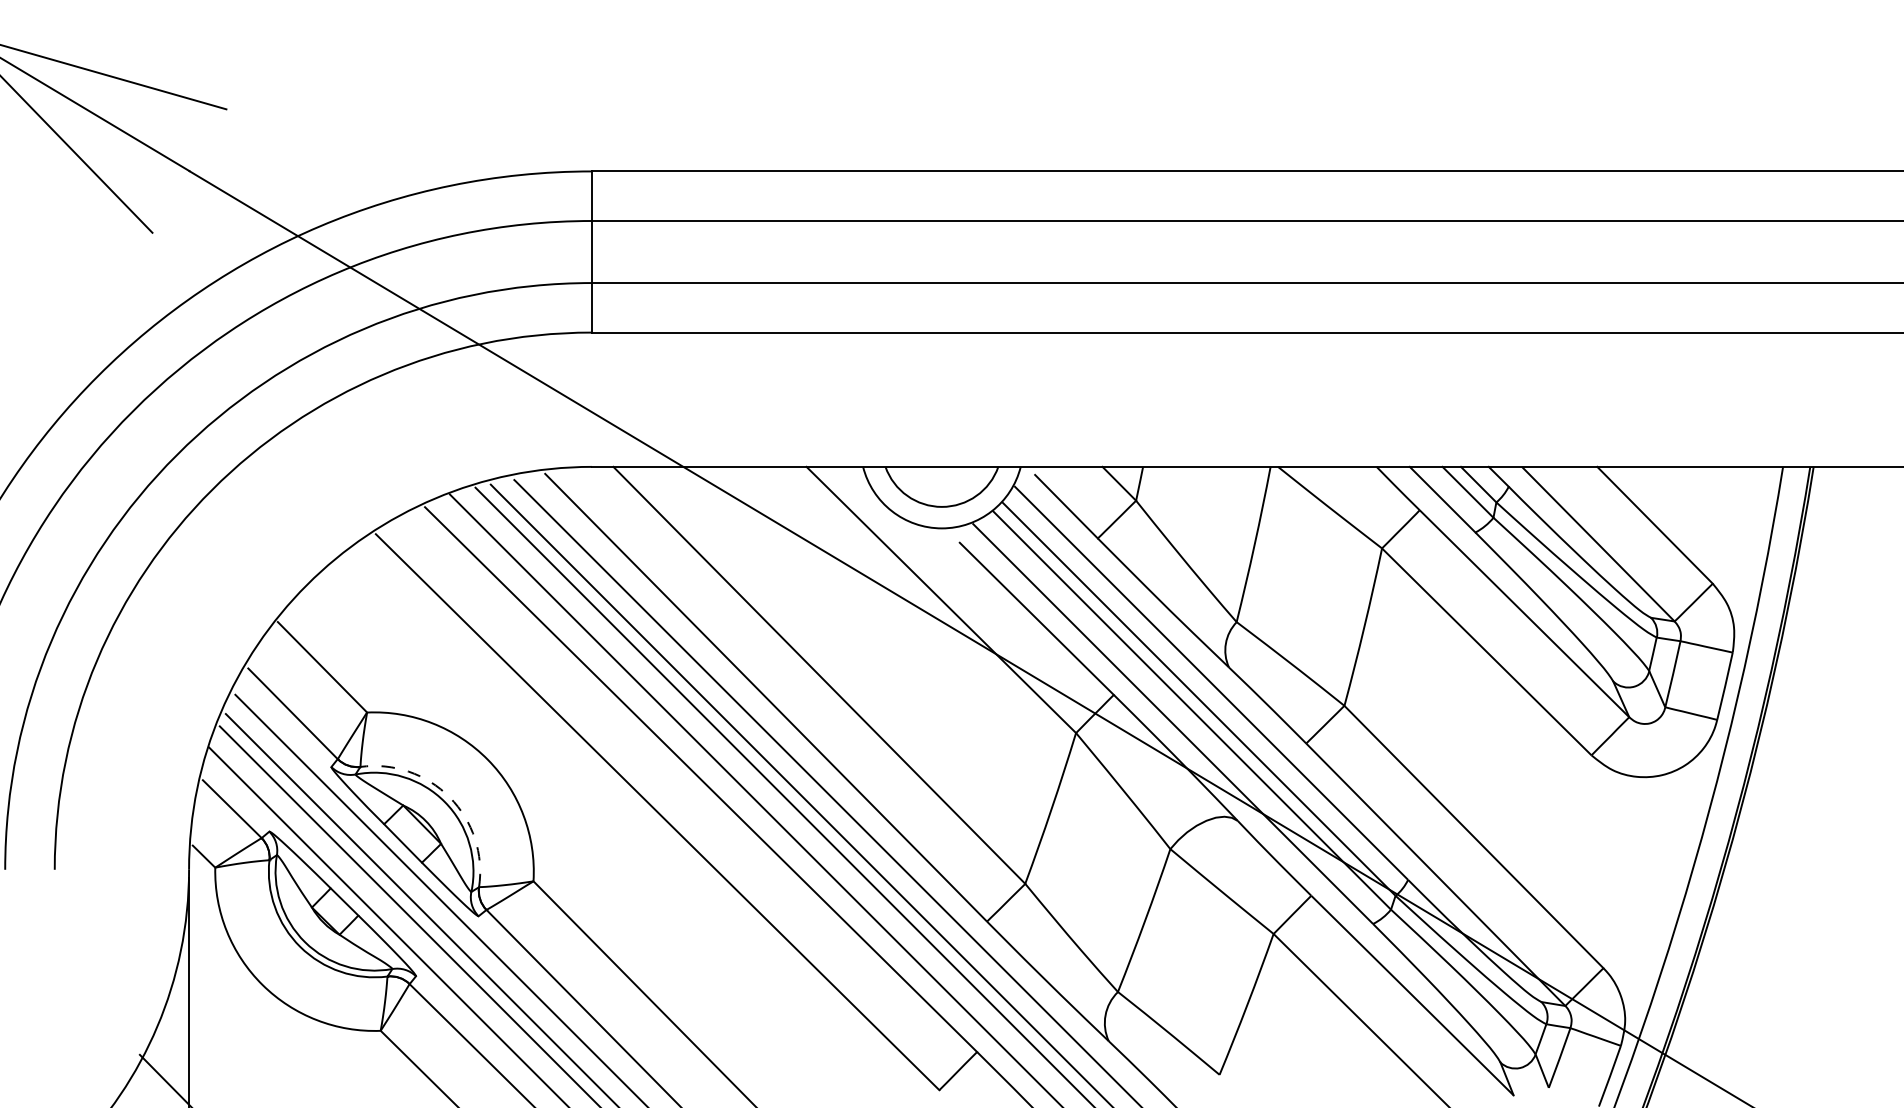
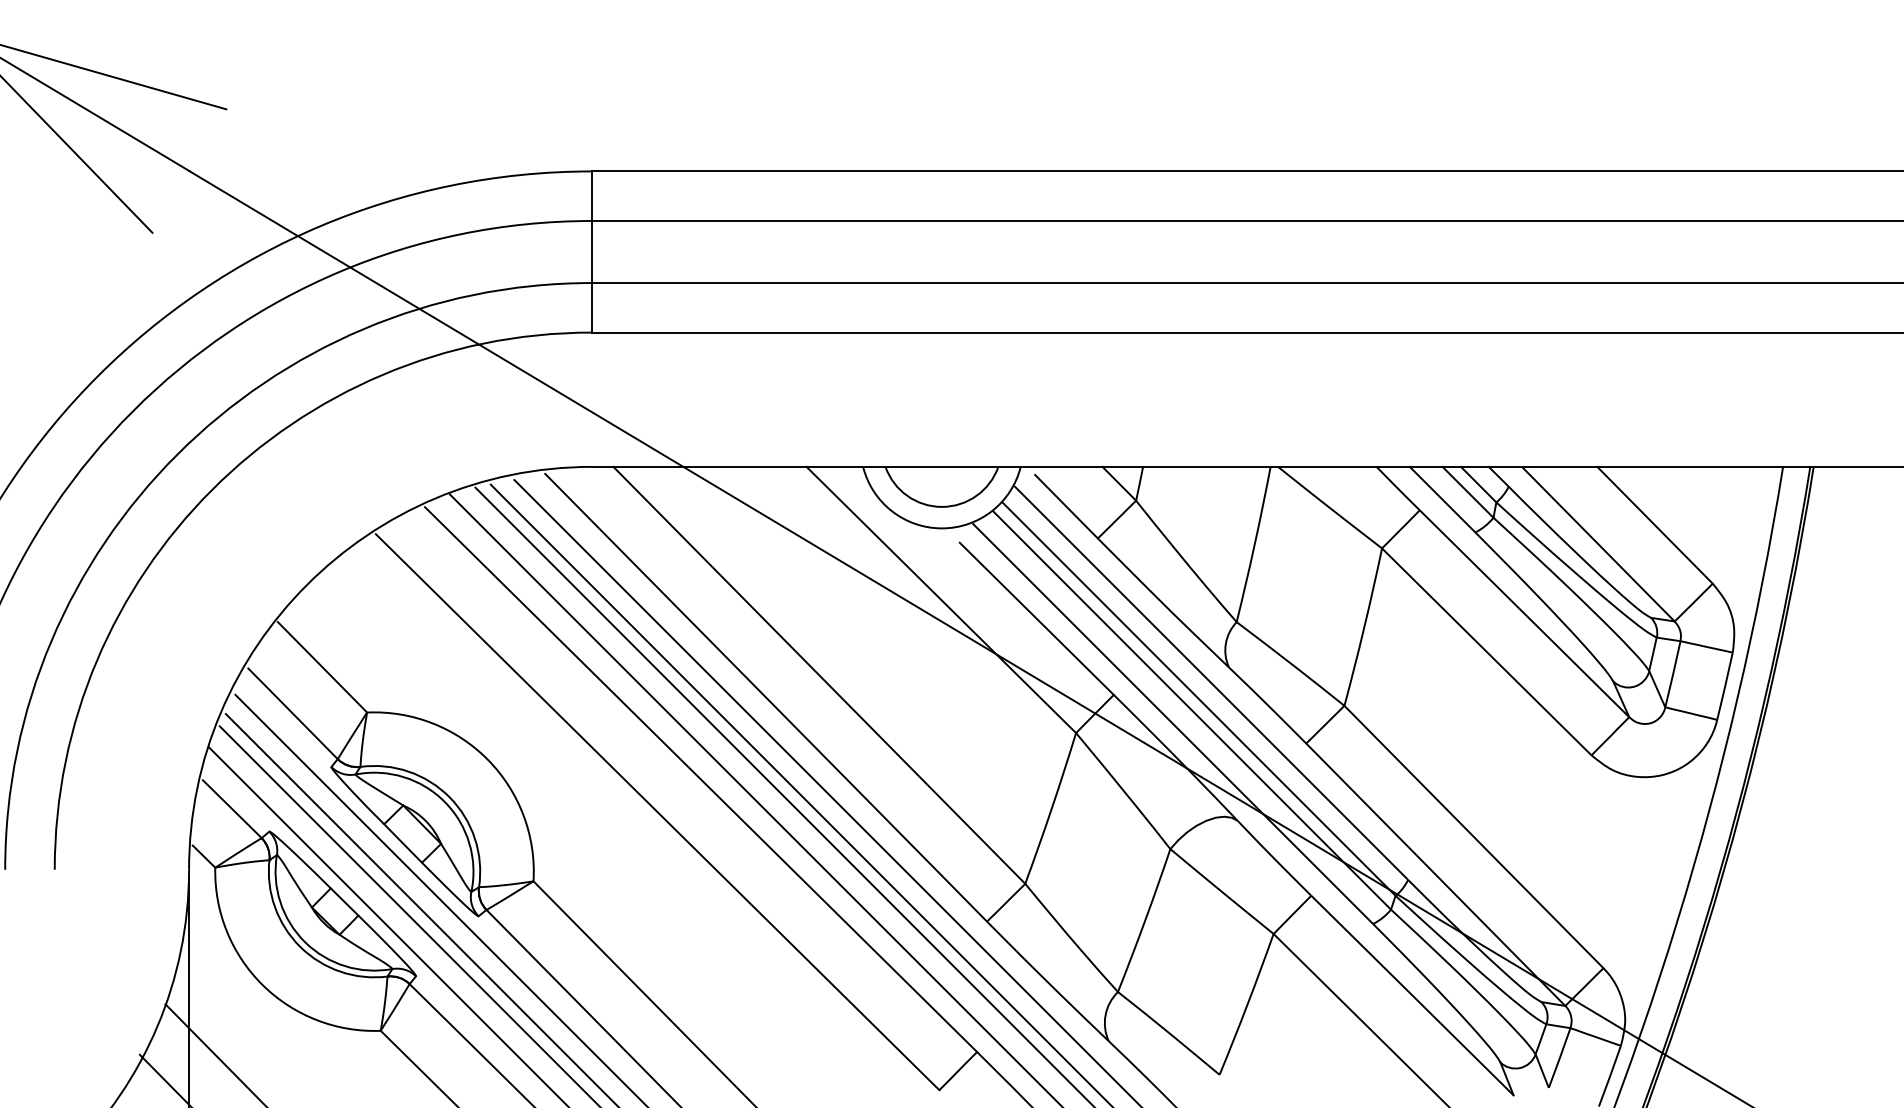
arc at (449, 797): dashed -> solid
line at (214, 1054): none -> present
